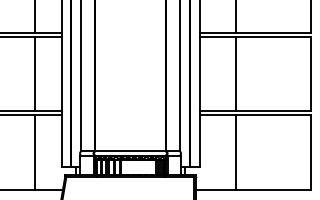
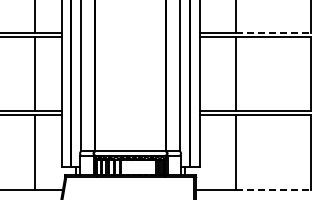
line at (273, 32): solid -> dashed
line at (273, 190): solid -> dashed
